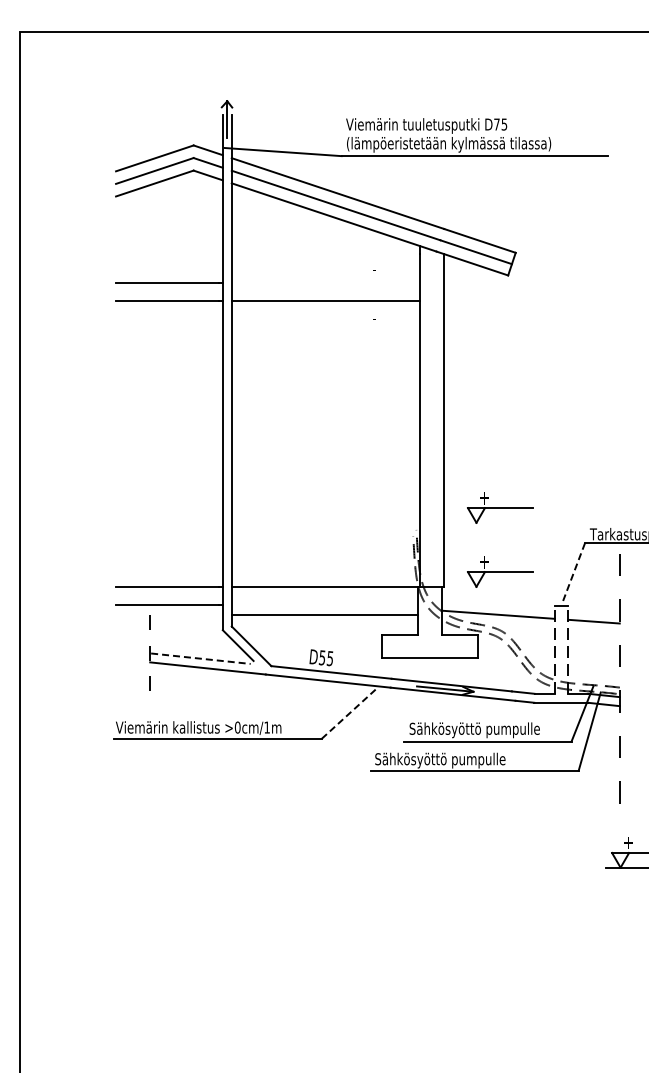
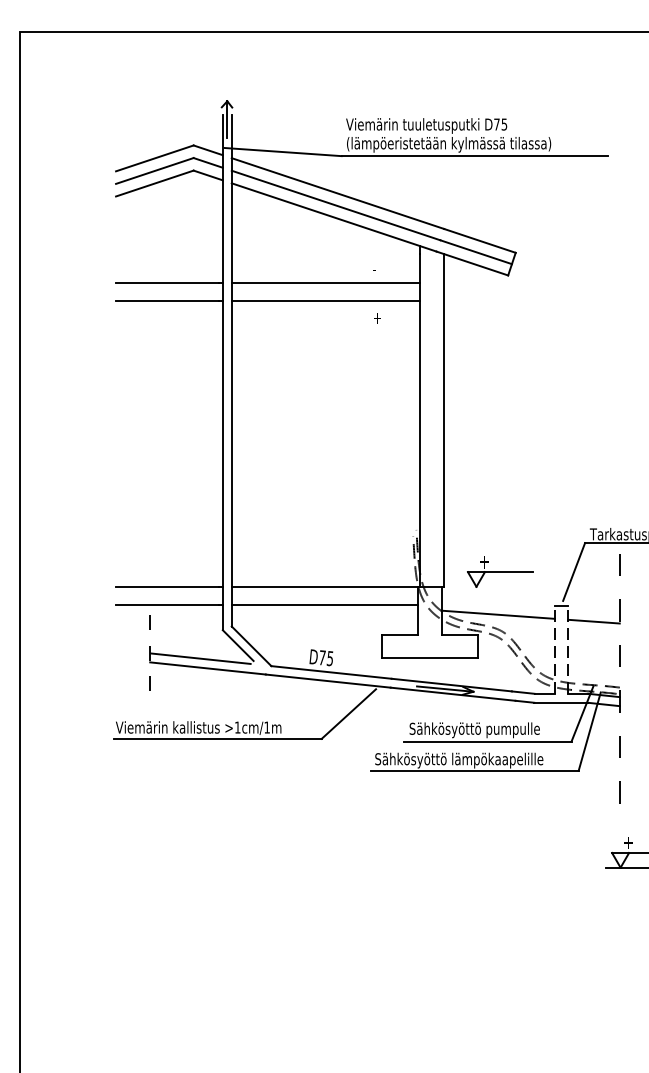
line at (325, 282): none -> present
text at (376, 318): - -> +
part at (500, 507): present -> none
line at (574, 572): dashed -> solid
line at (324, 614) position: (324, 614) -> (324, 604)
text at (321, 657): D55 -> D75
line at (201, 658): dashed -> solid
line at (348, 714): dashed -> solid
text at (237, 727): >0cm/1m -> >1cm/1m
text at (497, 760): Sähkösyöttö pumpulle -> Sähkösyöttö lämpökaapelille
